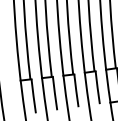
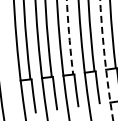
arc at (69, 37): solid -> dashed
arc at (105, 59): solid -> dashed
